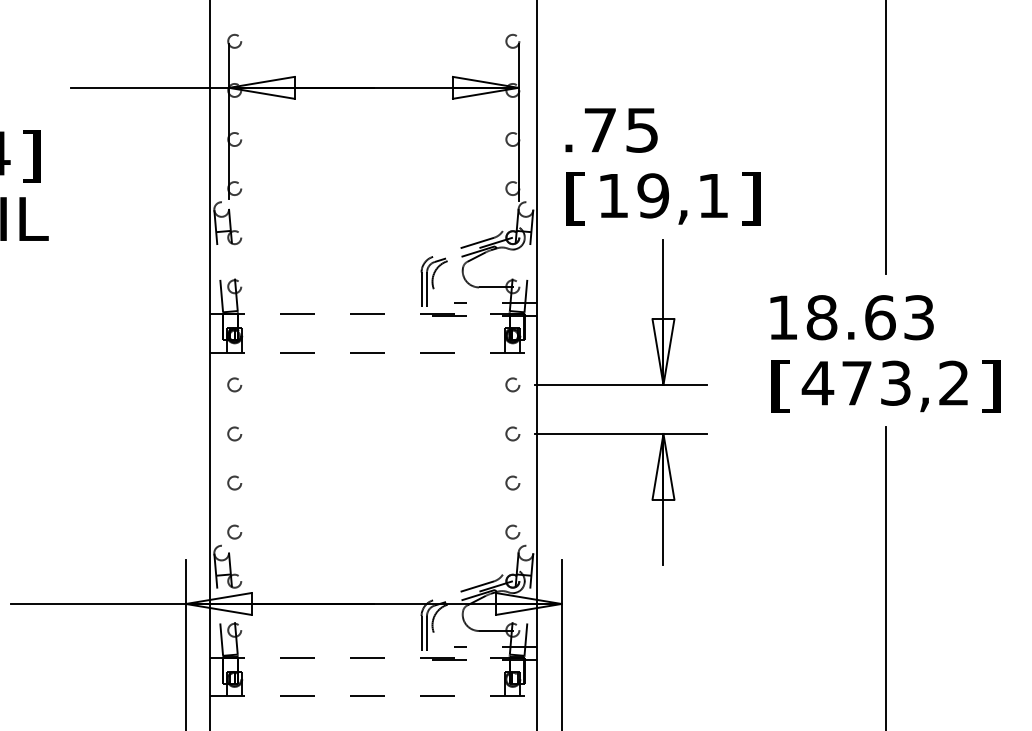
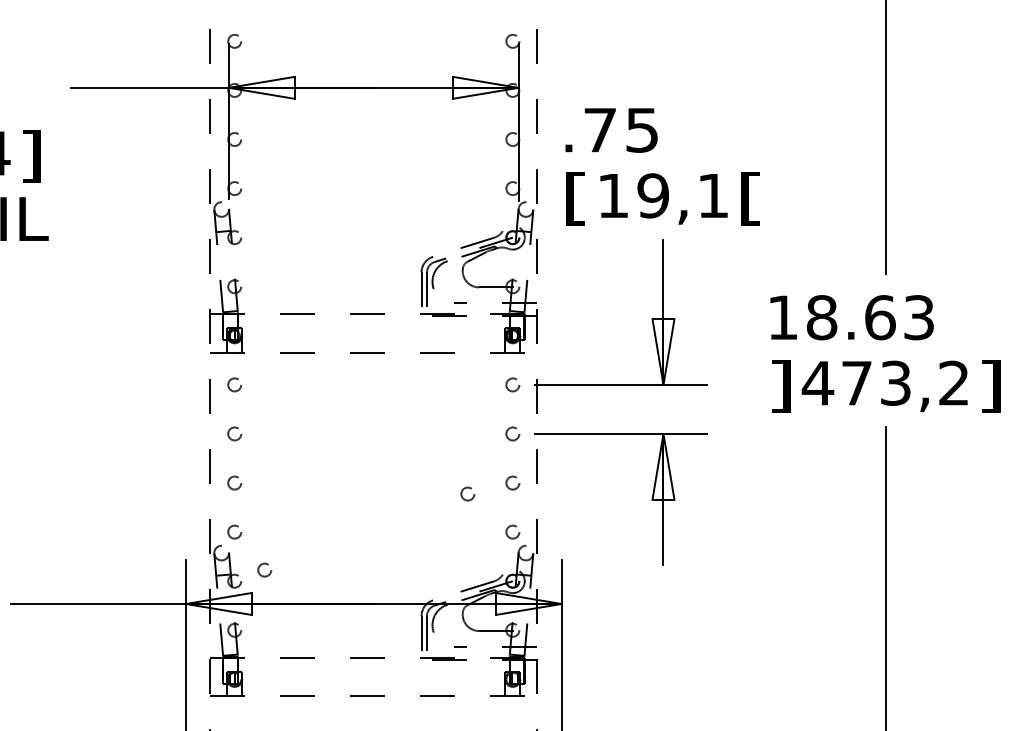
text at (750, 198): ] -> [
line at (537, 364): solid -> dashed
line at (210, 365): solid -> dashed
text at (780, 386): [ -> ]
circle at (467, 493): none -> present
circle at (264, 569): none -> present
